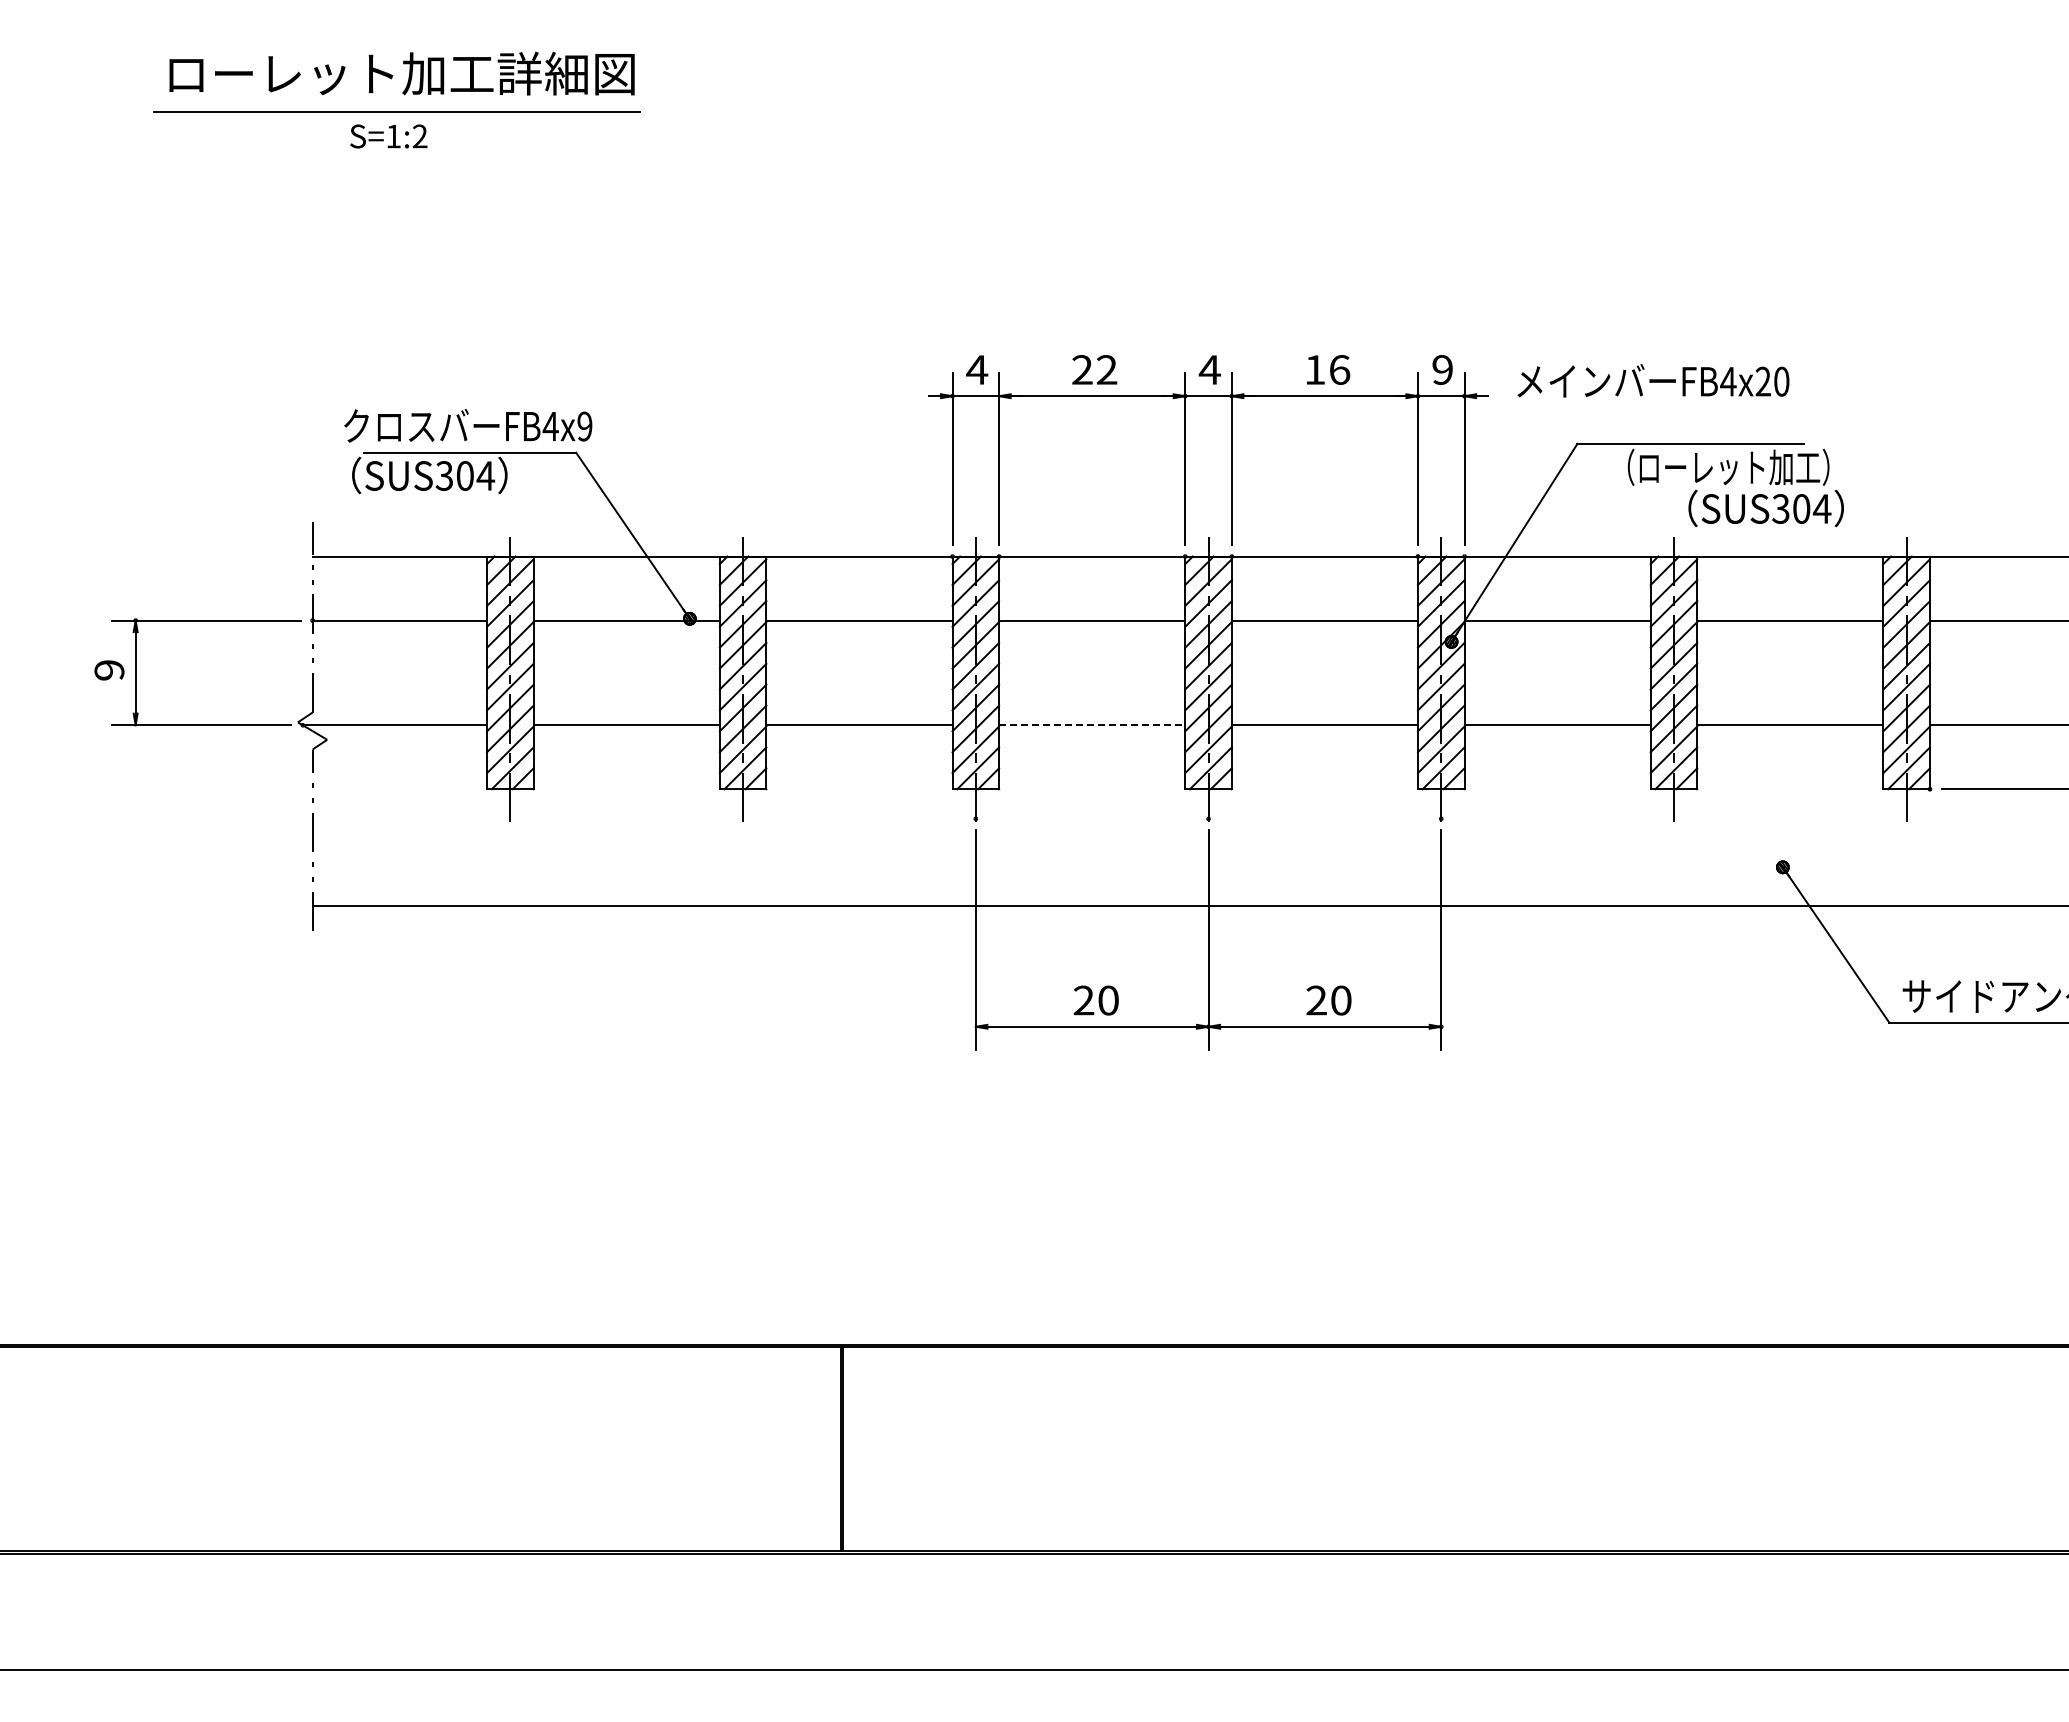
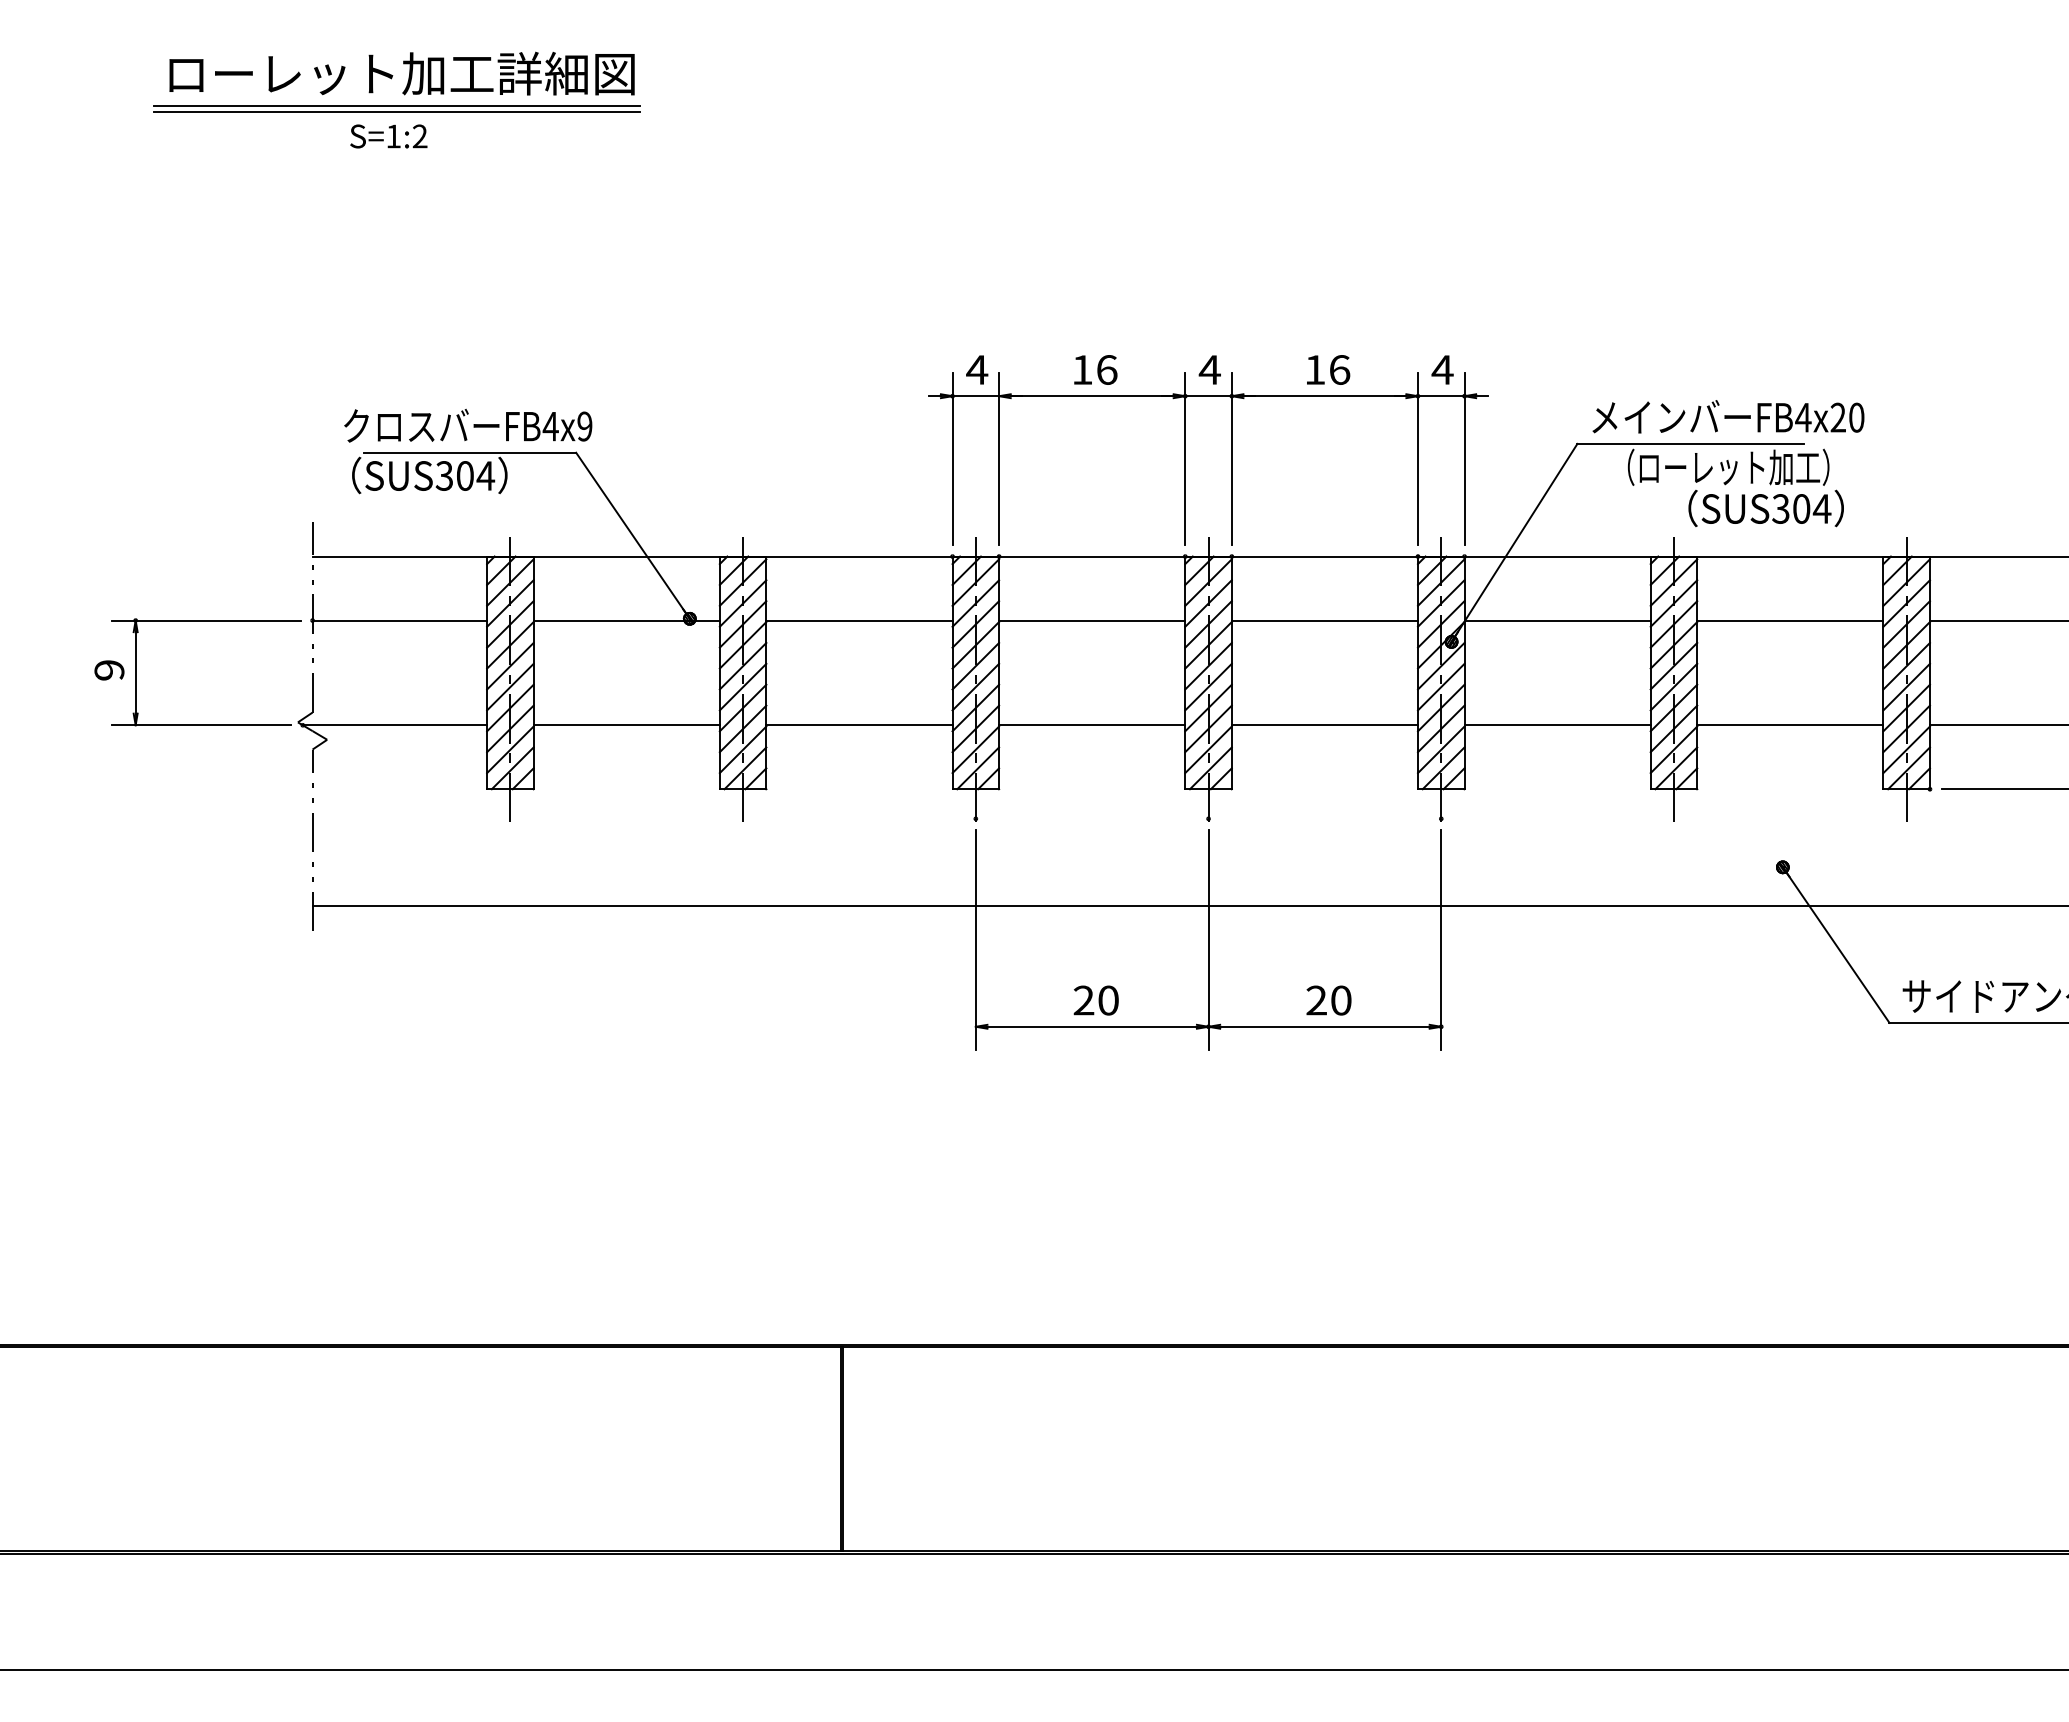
line at (396, 106): none -> present
text at (1094, 369): 22 -> 16
text at (1442, 369): 9 -> 4
text at (1653, 380) position: (1653, 380) -> (1728, 416)
line at (1092, 725): dashed -> solid
